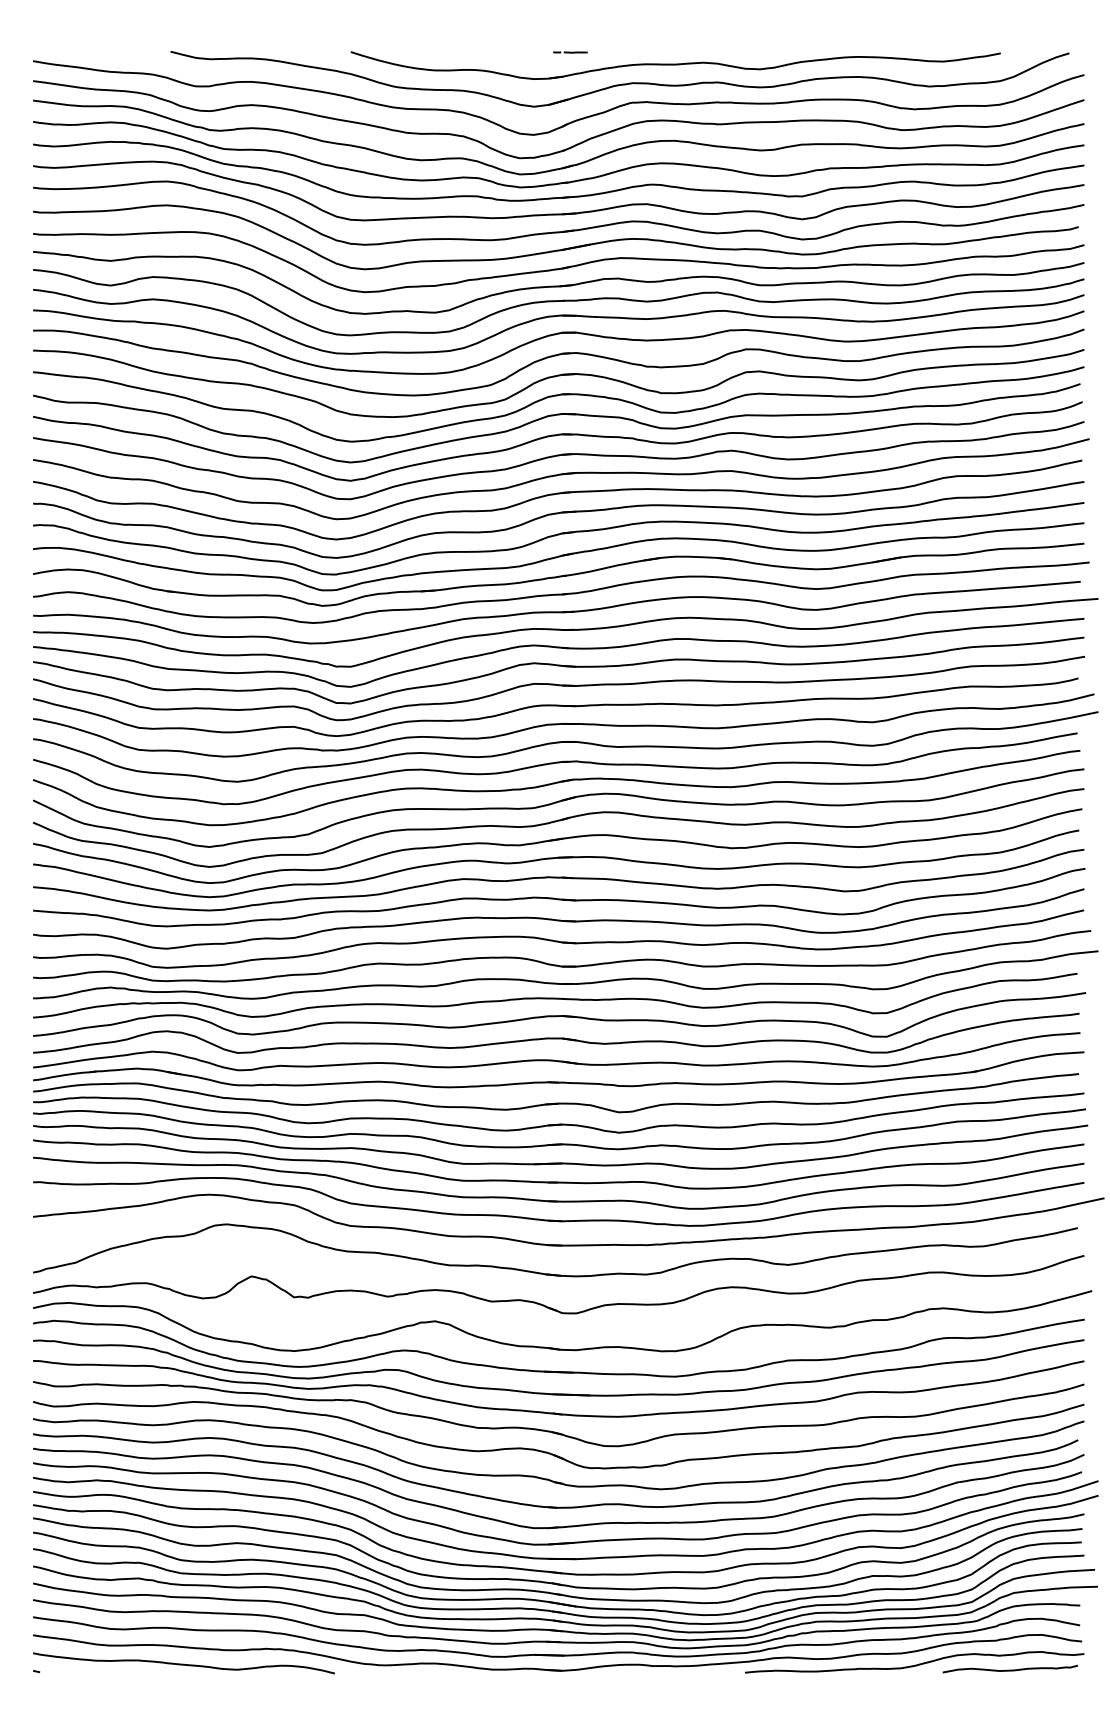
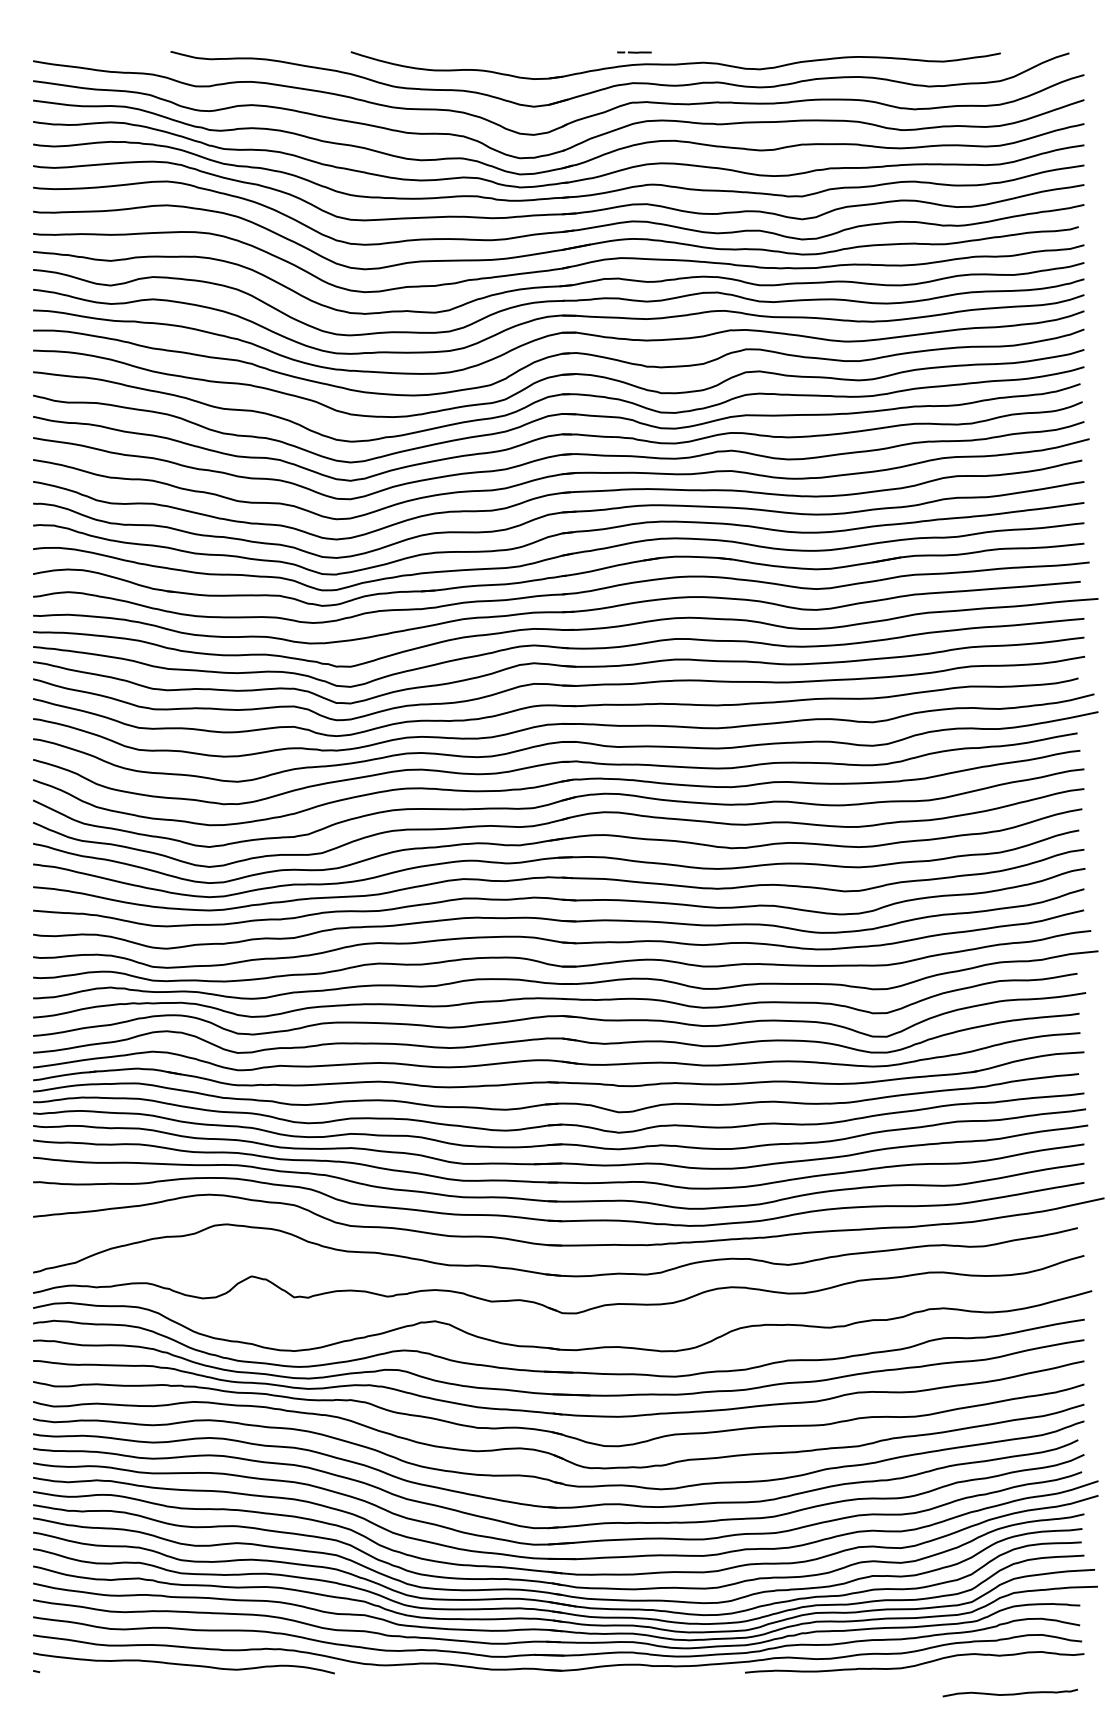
line at (570, 52) position: (570, 52) -> (634, 52)
curve at (1009, 1669) position: (1009, 1669) -> (1009, 1693)
